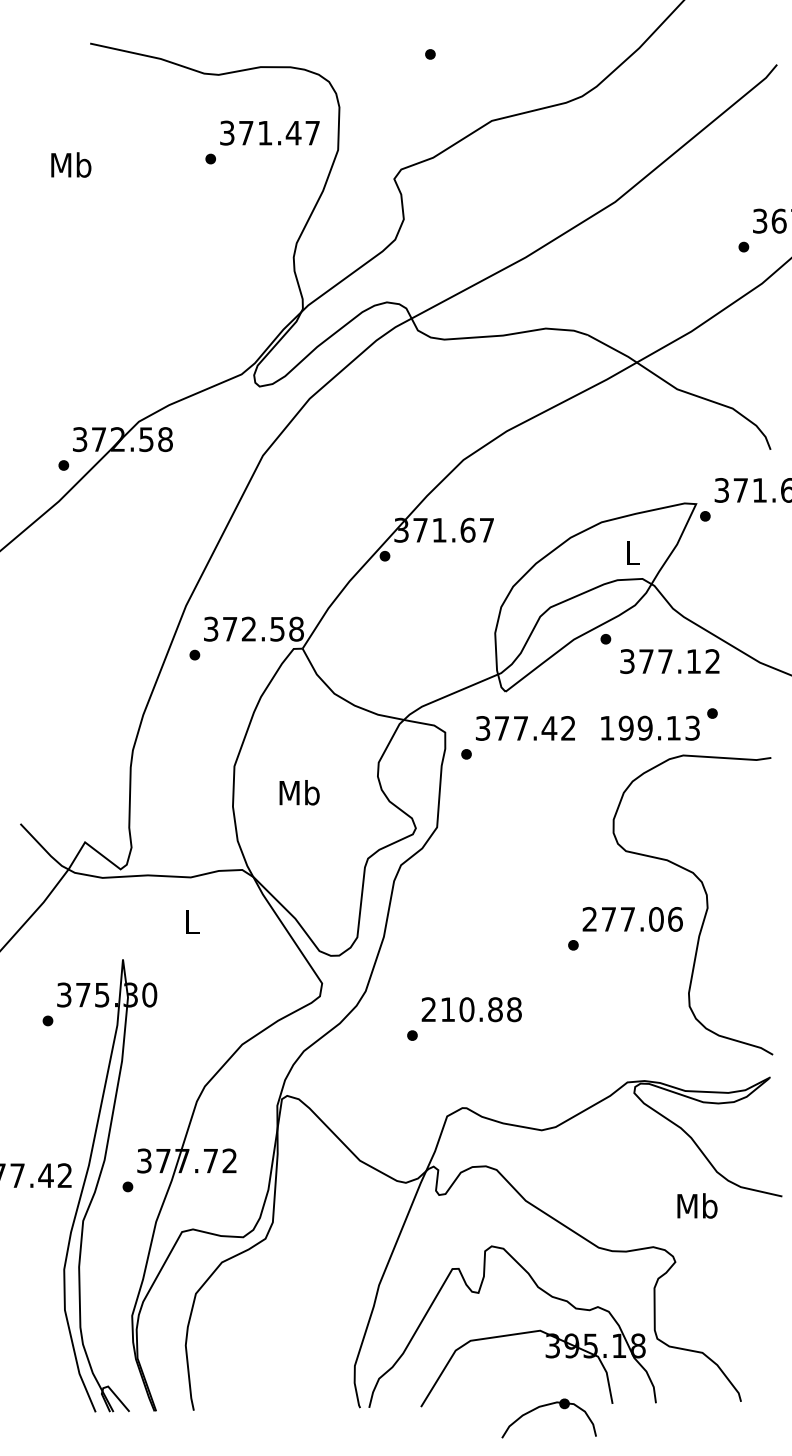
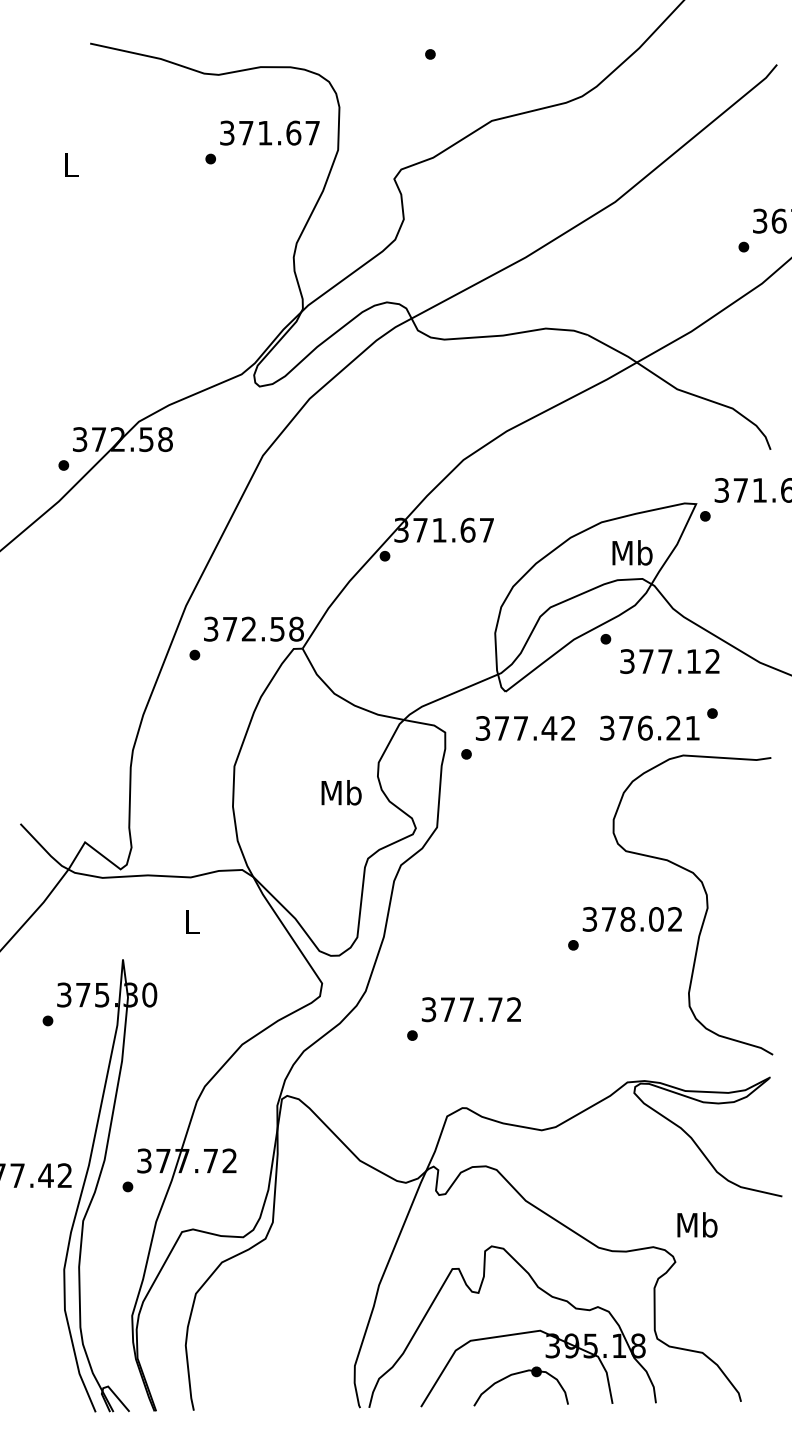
text at (293, 132): 371.47 -> 371.67
text at (71, 164): Mb -> L
text at (632, 552): L -> Mb
text at (649, 727): 199.13 -> 376.21
text at (299, 792) position: (299, 792) -> (341, 792)
text at (632, 919): 277.06 -> 378.02
text at (471, 1009): 210.88 -> 377.72
text at (697, 1205) position: (697, 1205) -> (697, 1224)
part at (545, 1406) position: (545, 1406) -> (517, 1374)
